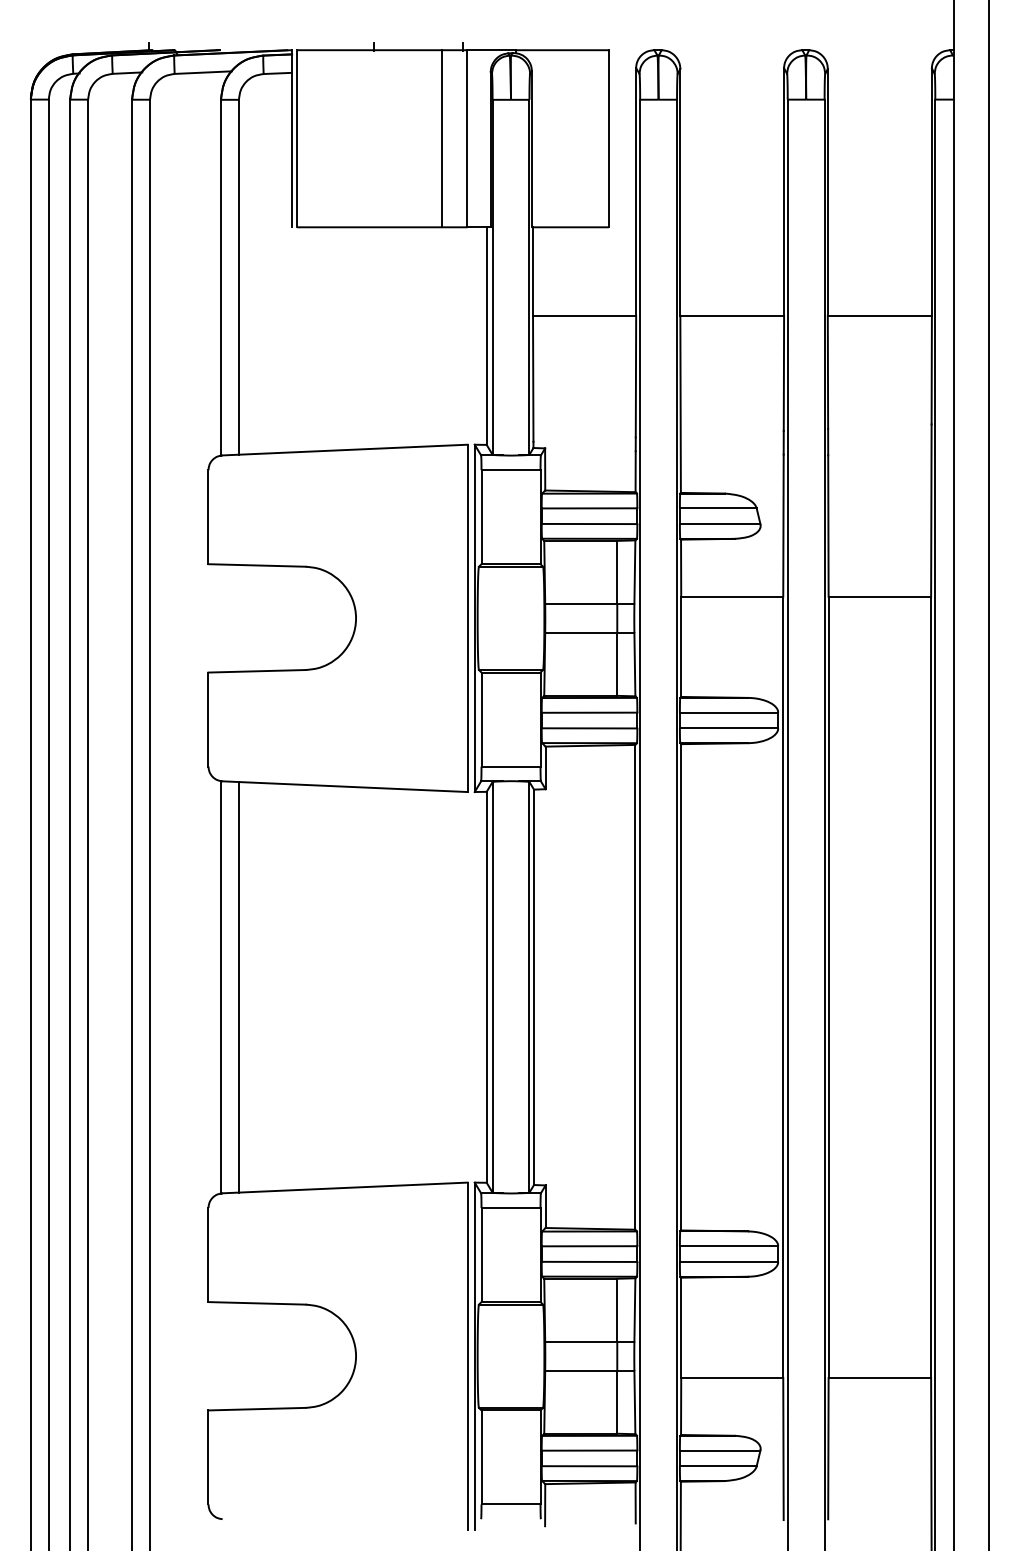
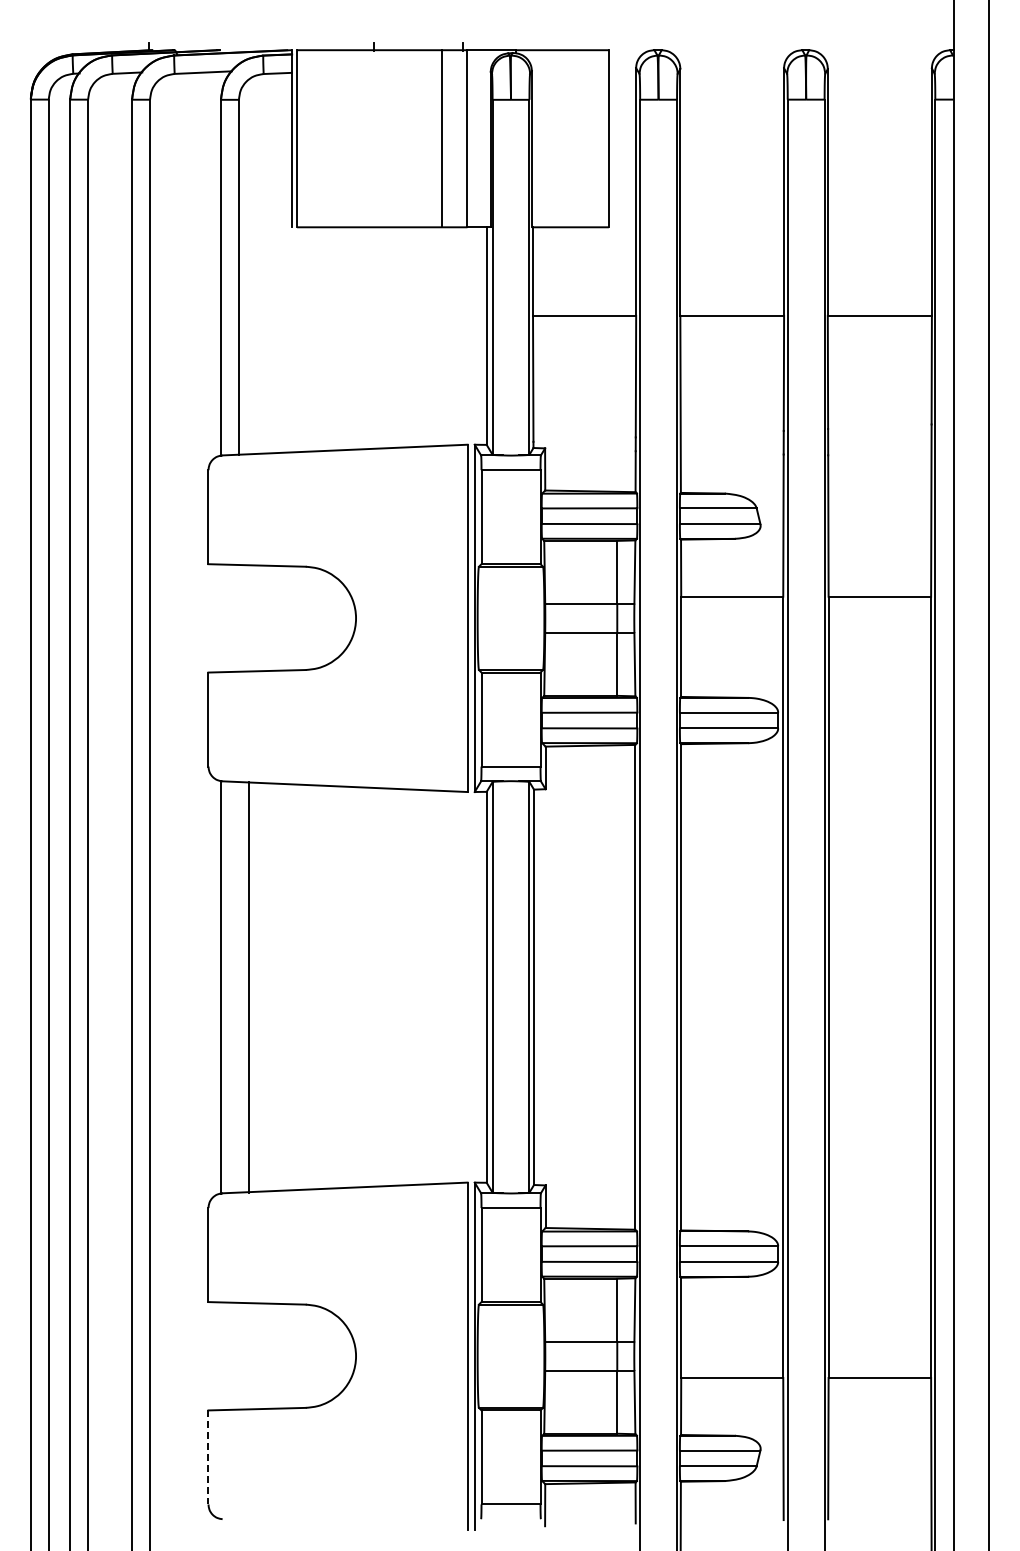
line at (238, 987) position: (238, 987) -> (248, 987)
line at (208, 1457): solid -> dashed
